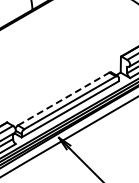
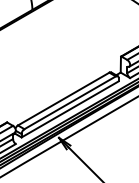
line at (63, 99): dashed -> solid
